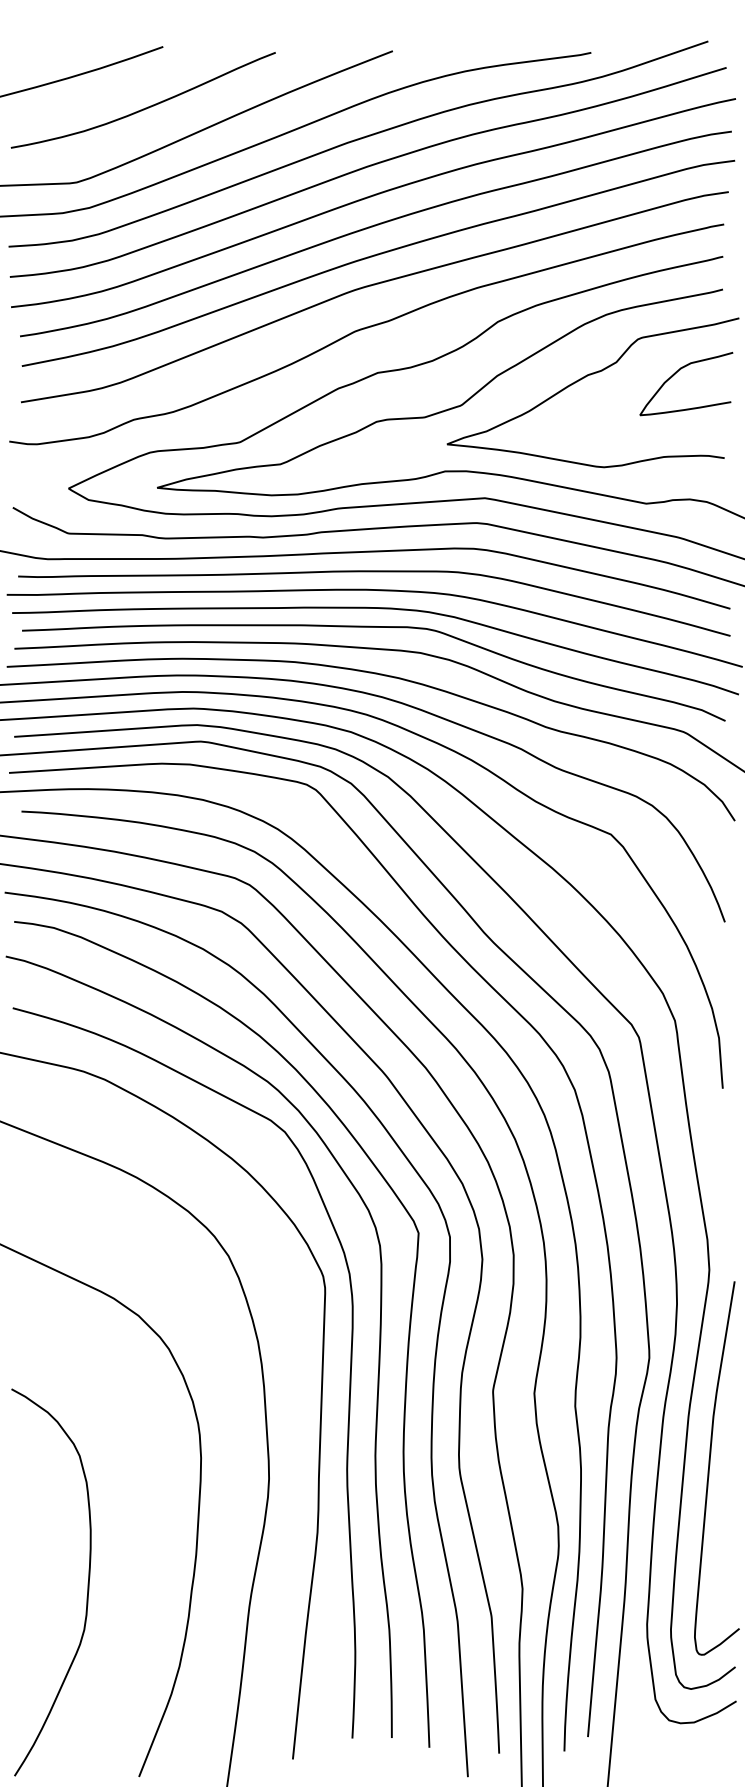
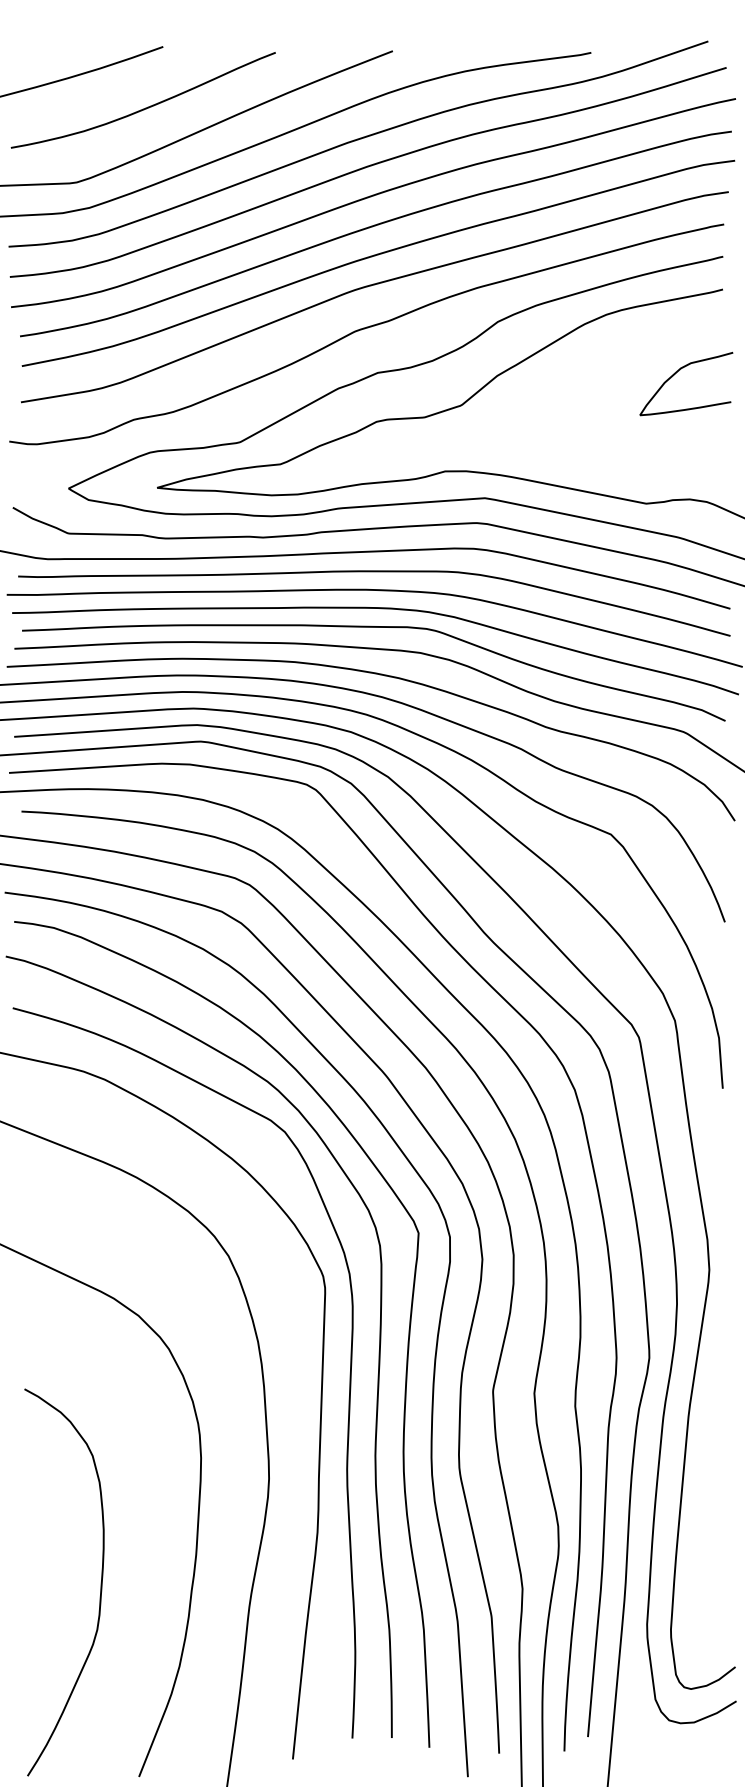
curve at (584, 378): present -> none
curve at (710, 1465): present -> none
curve at (87, 1582) position: (87, 1582) -> (100, 1582)
